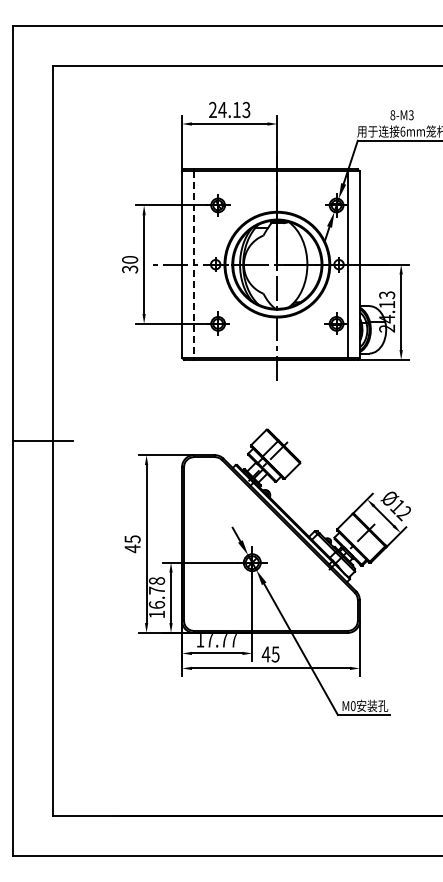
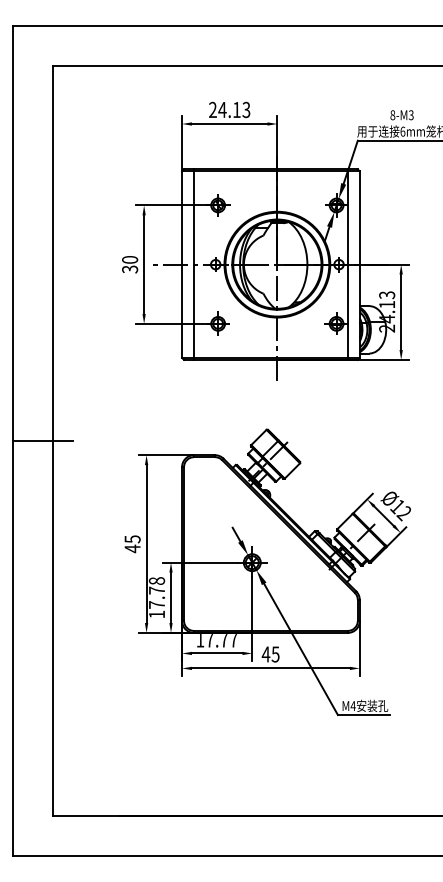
line at (193, 265): dashed -> solid
text at (156, 604): 16.78 -> 17.78
text at (352, 706): M0 -> M4
